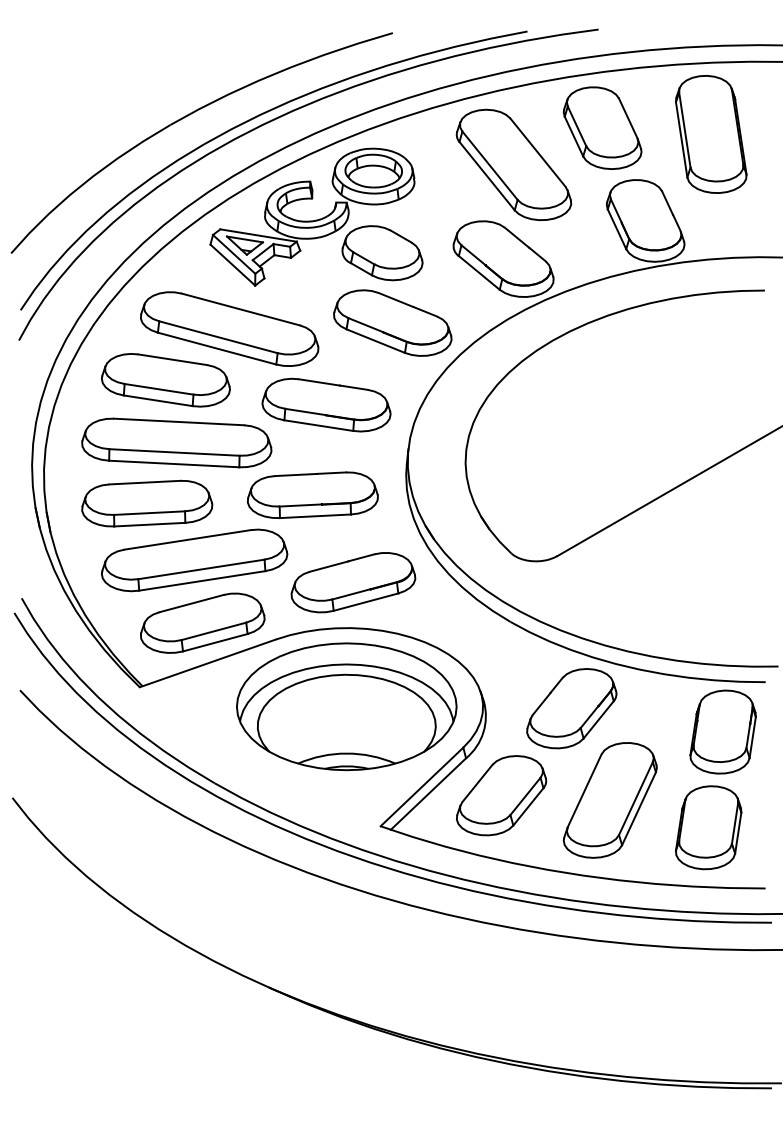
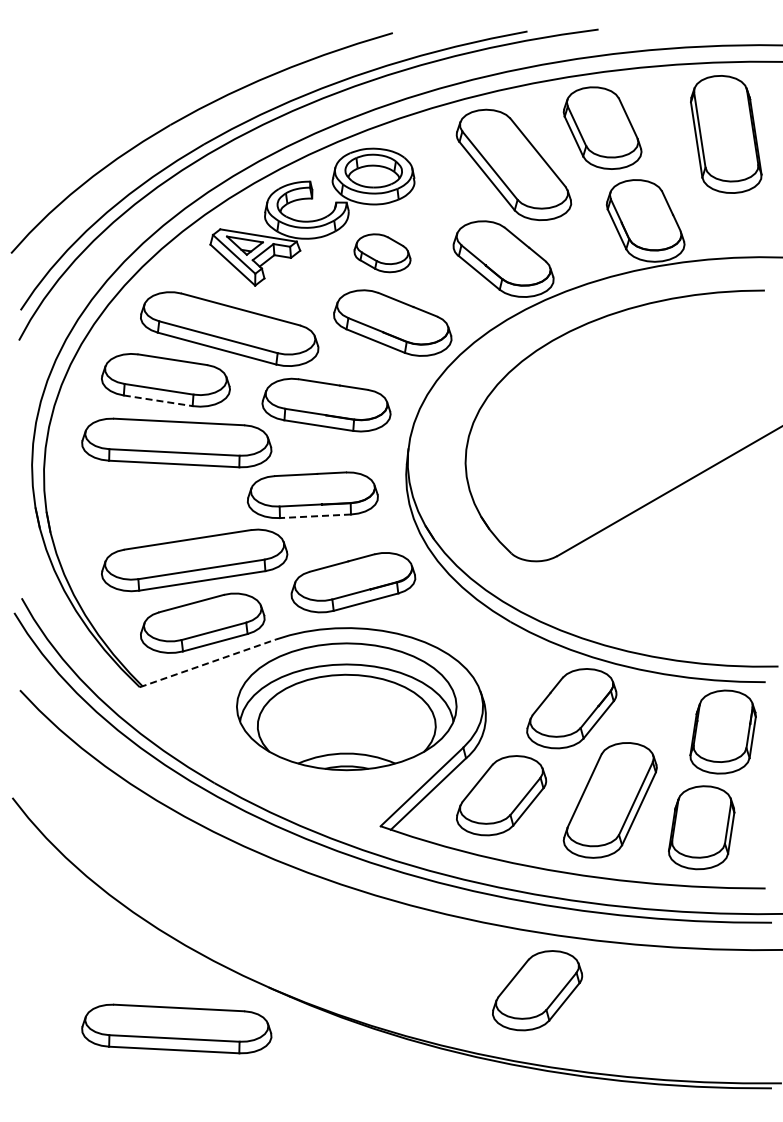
part at (711, 134) position: (711, 134) -> (726, 134)
part at (382, 253) size: 83x57 px -> 59x41 px
line at (158, 400): solid -> dashed
part at (147, 503): present -> none
line at (315, 516): solid -> dashed
line at (208, 663): solid -> dashed
part at (708, 827) position: (708, 827) -> (701, 827)
part at (537, 990): none -> present
part at (176, 1028): none -> present
